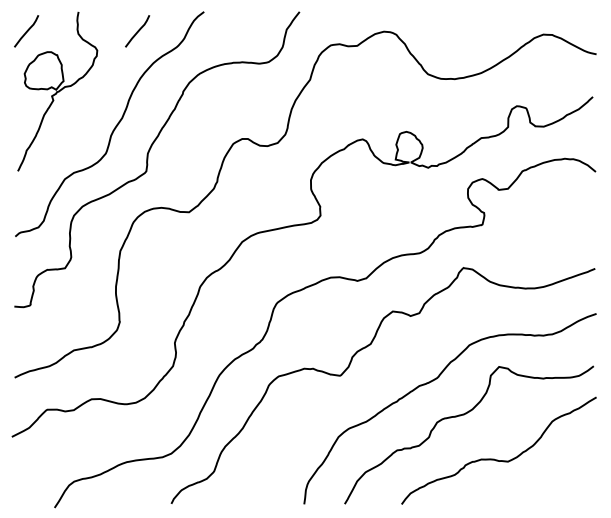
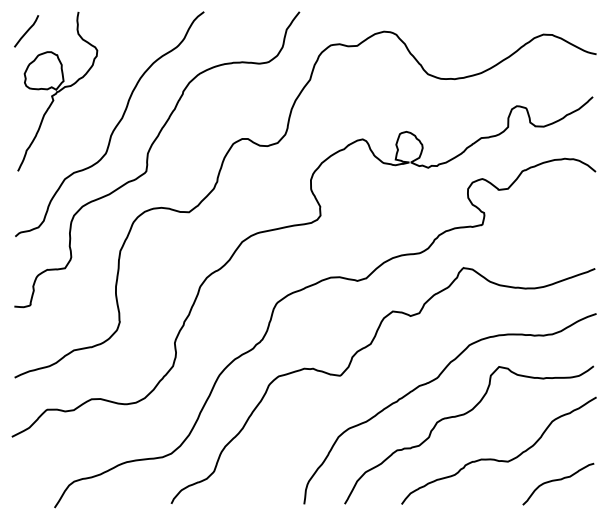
curve at (137, 31): present -> none
curve at (558, 480): none -> present
